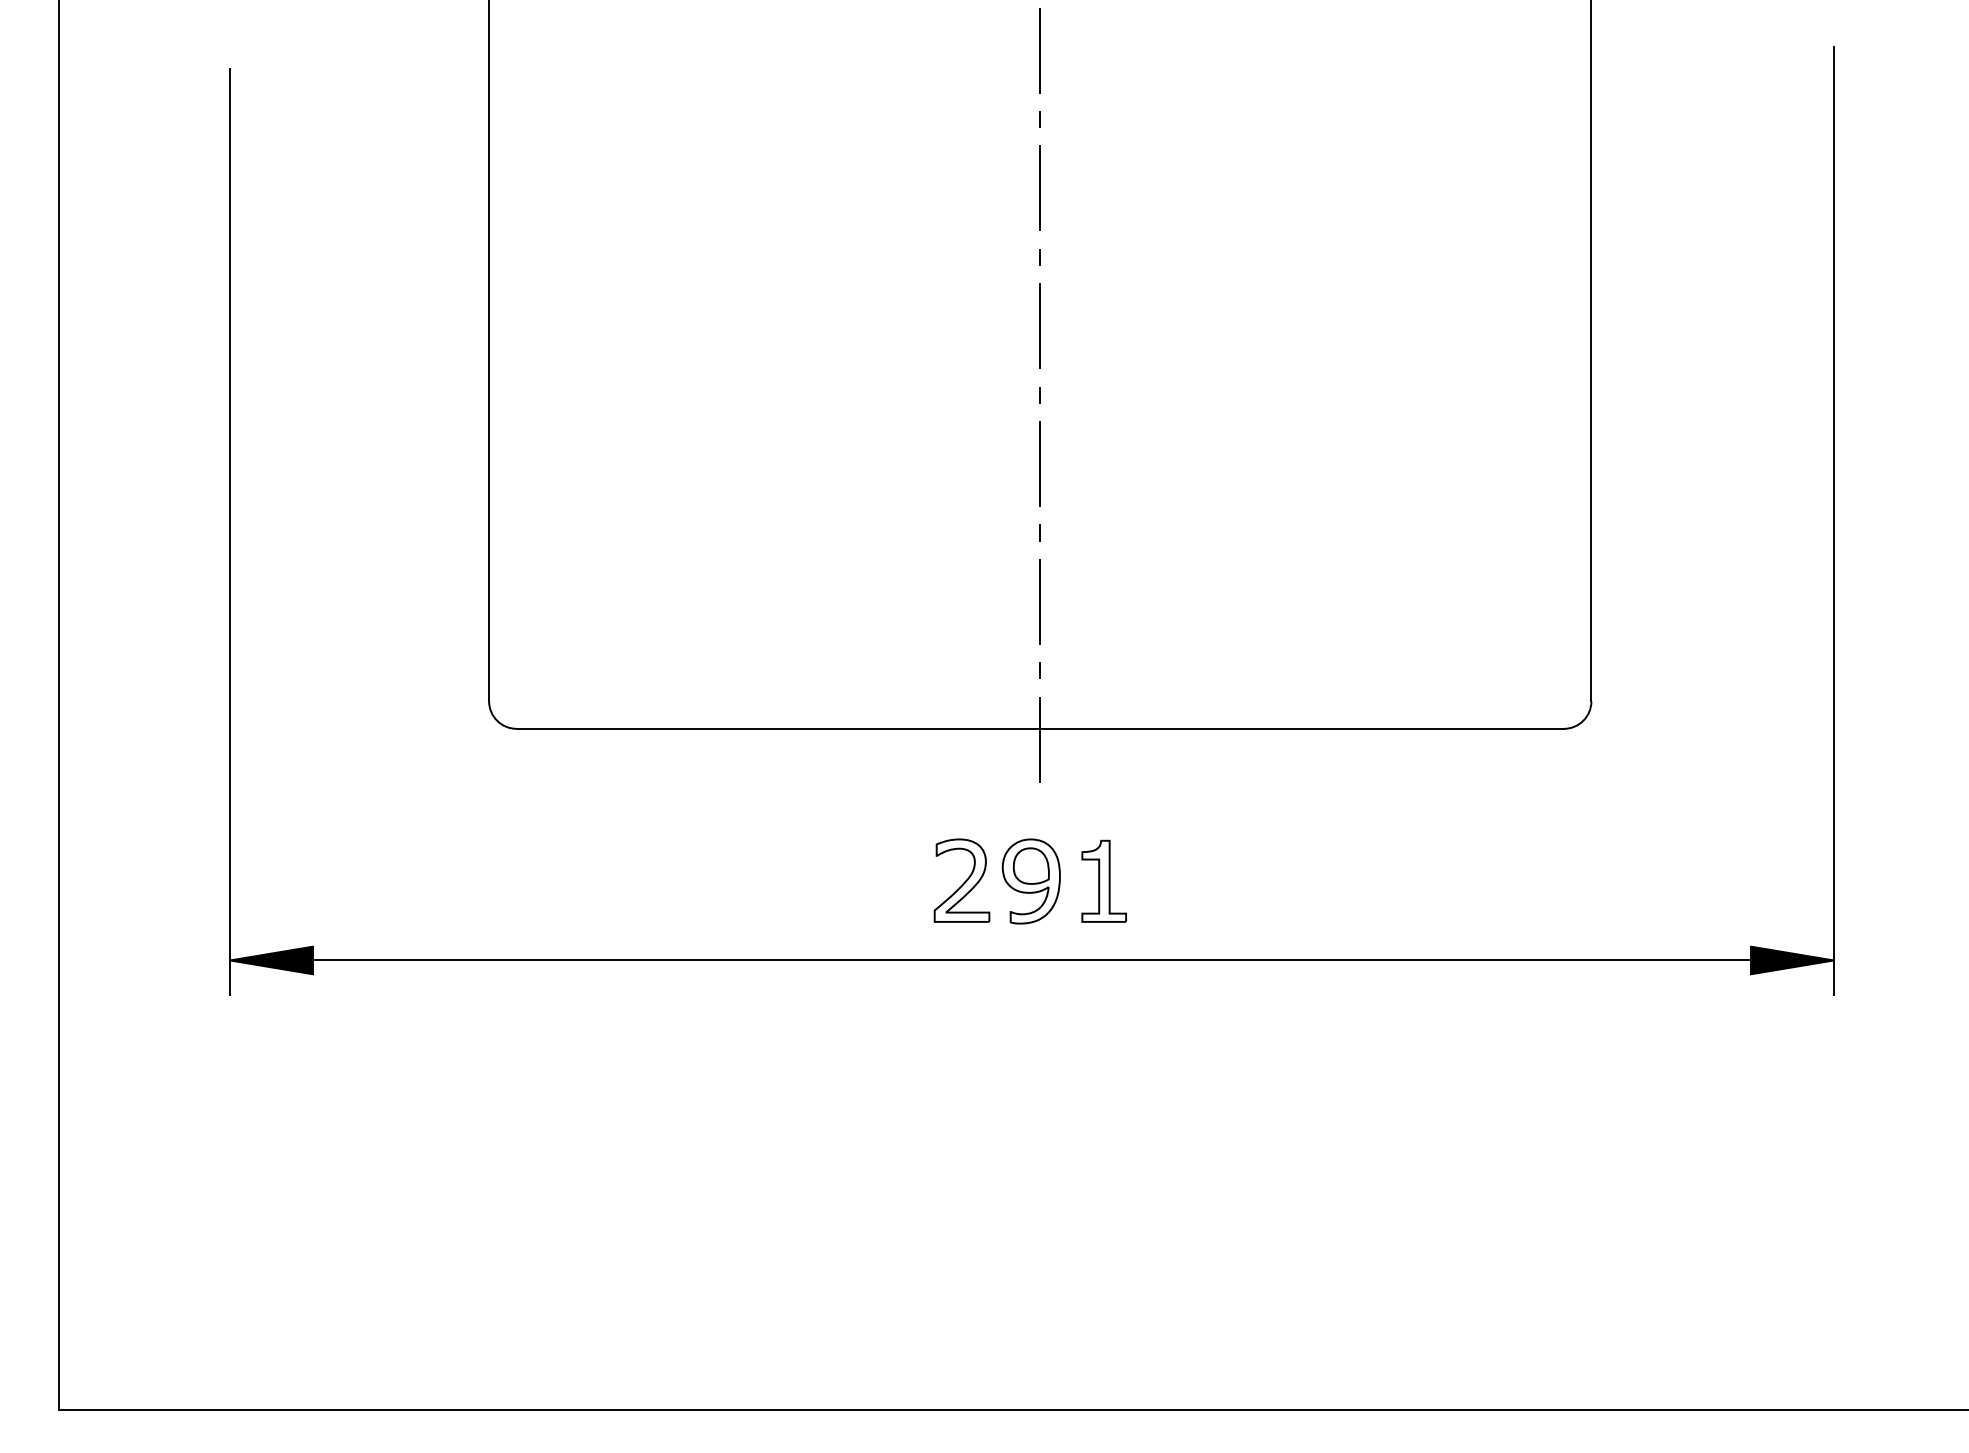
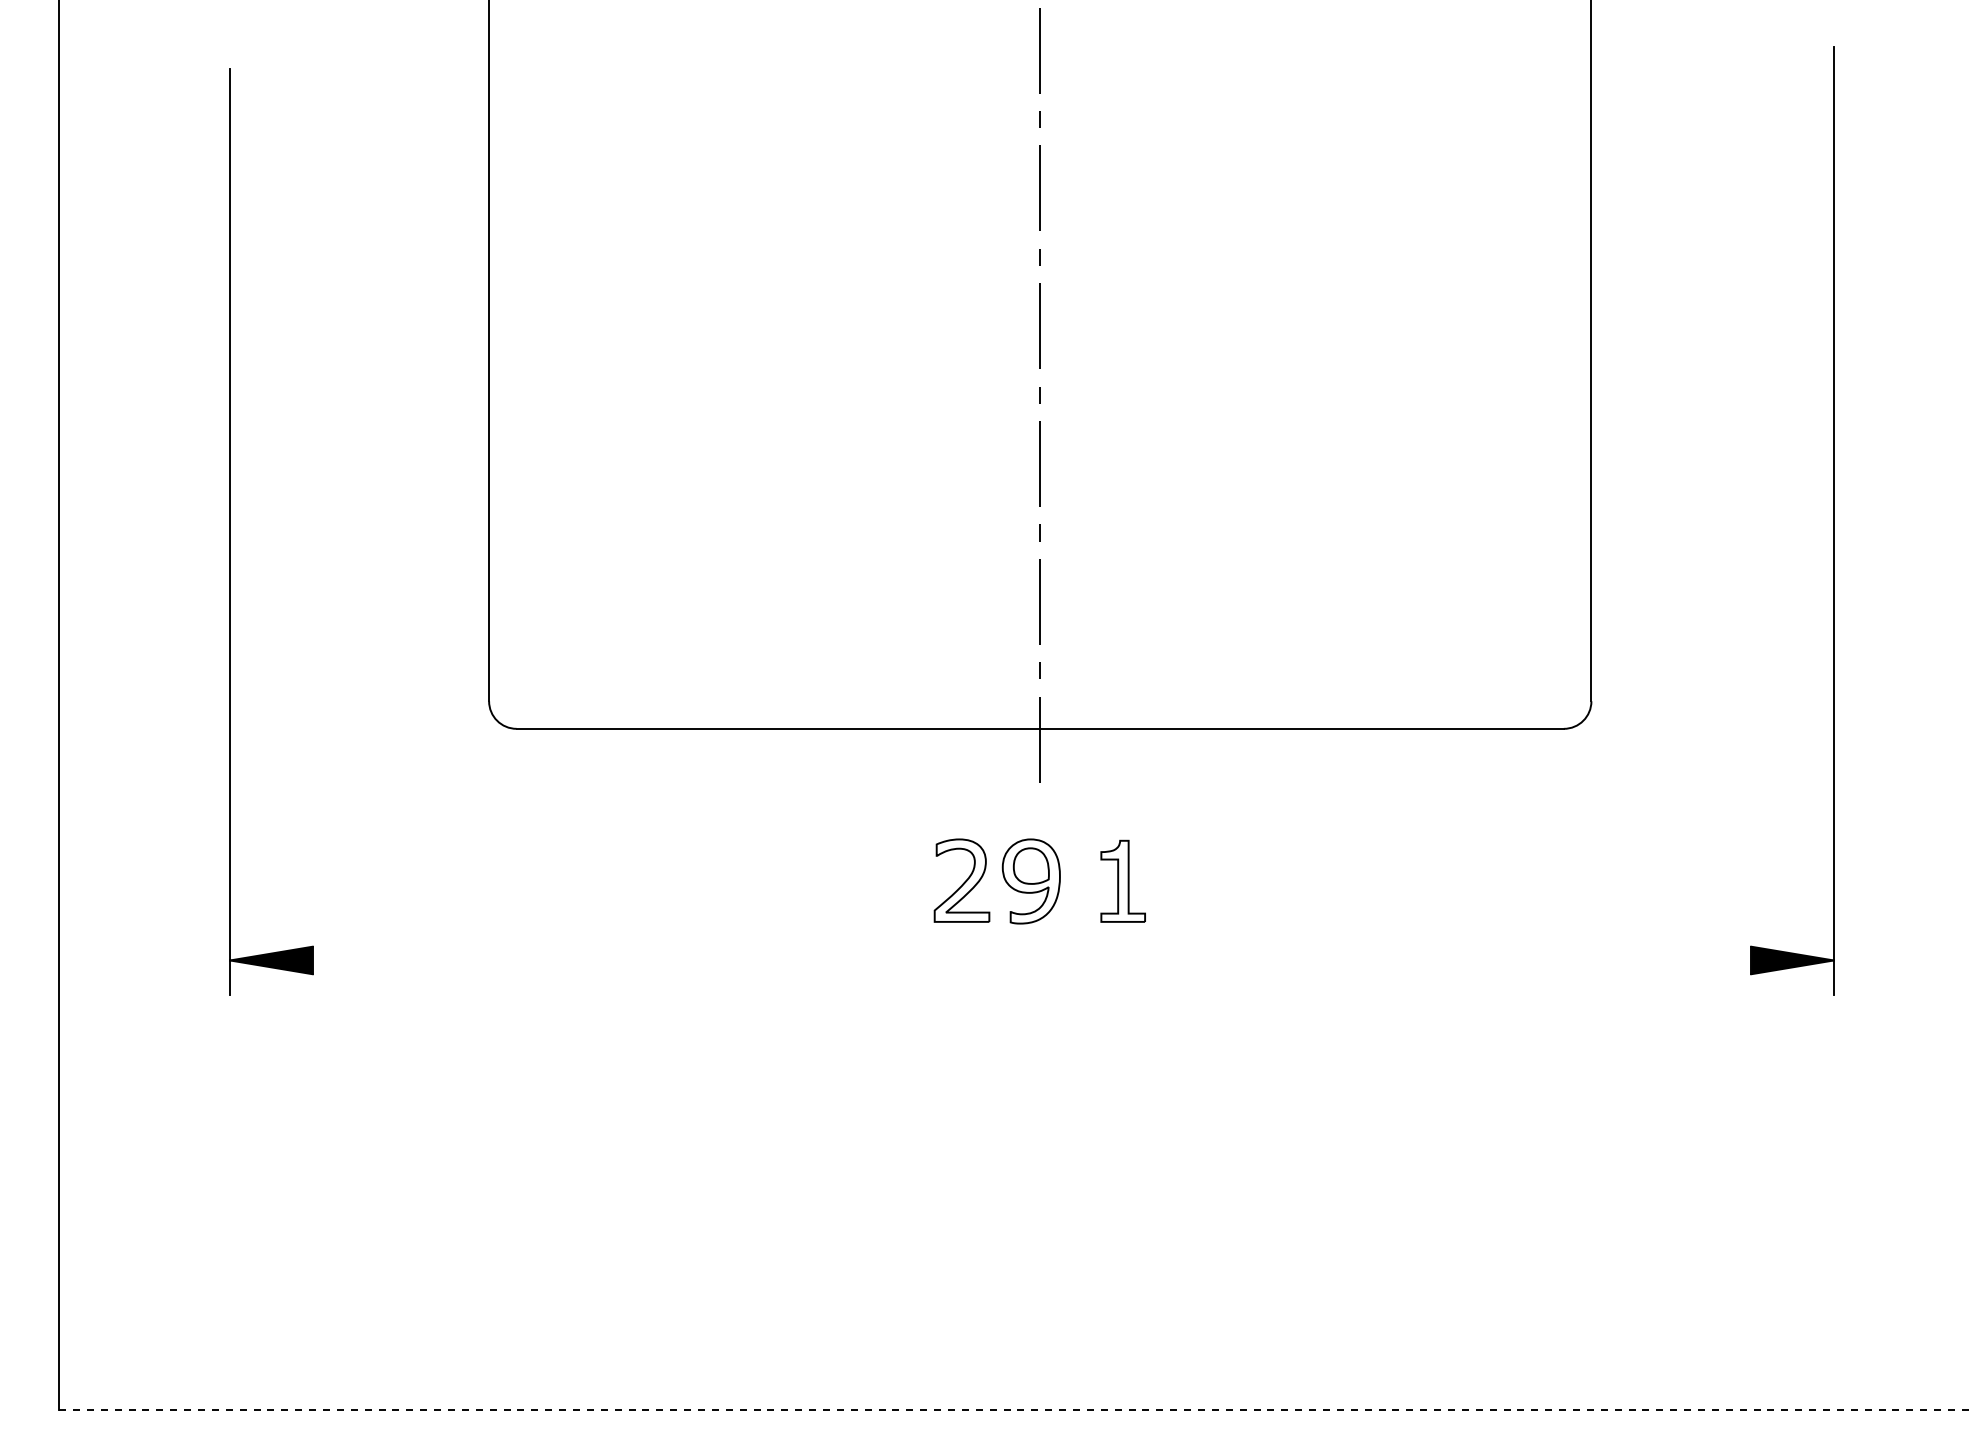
part at (1103, 880) position: (1103, 880) -> (1122, 880)
line at (1031, 960): present -> none
line at (1014, 1409): solid -> dashed
